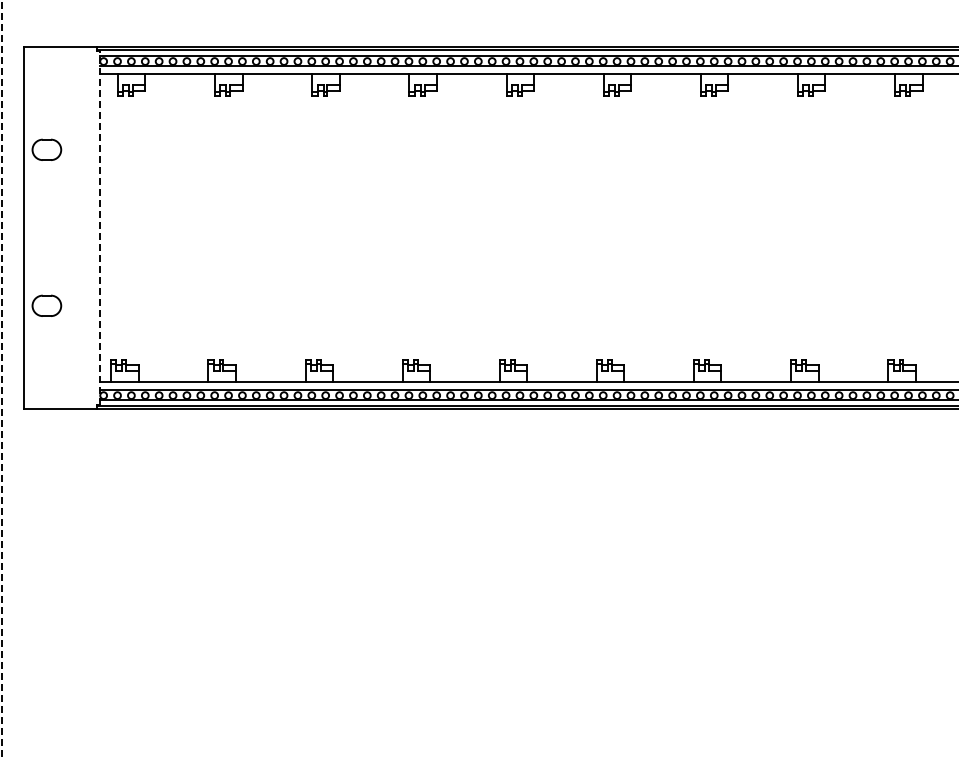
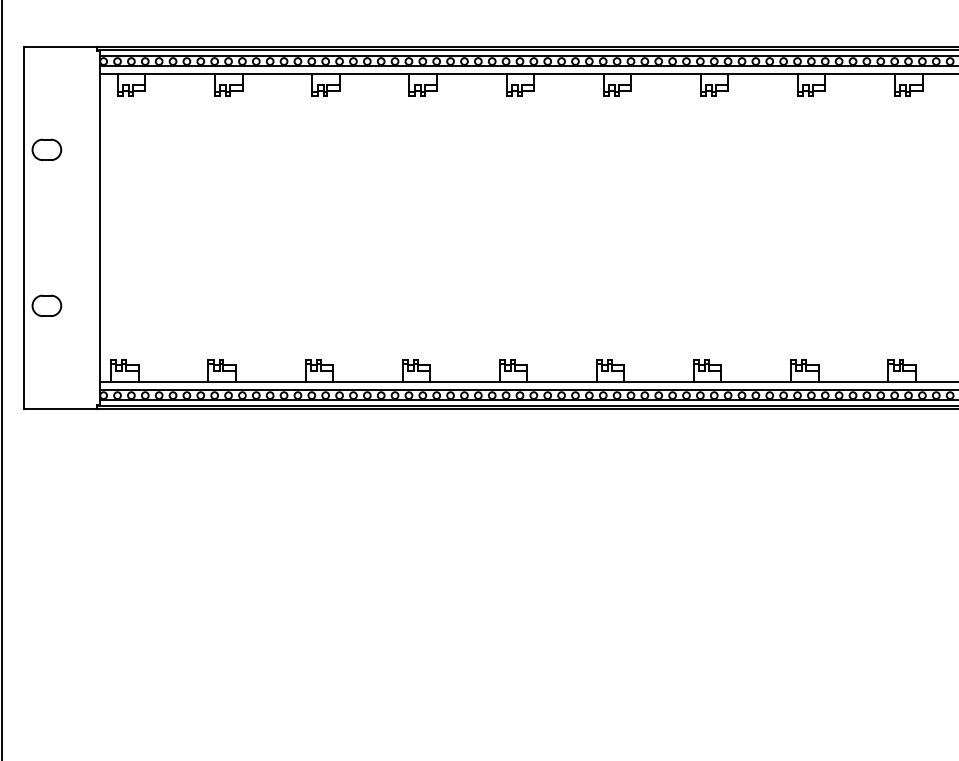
line at (100, 227): dashed -> solid
line at (2, 380): dashed -> solid
